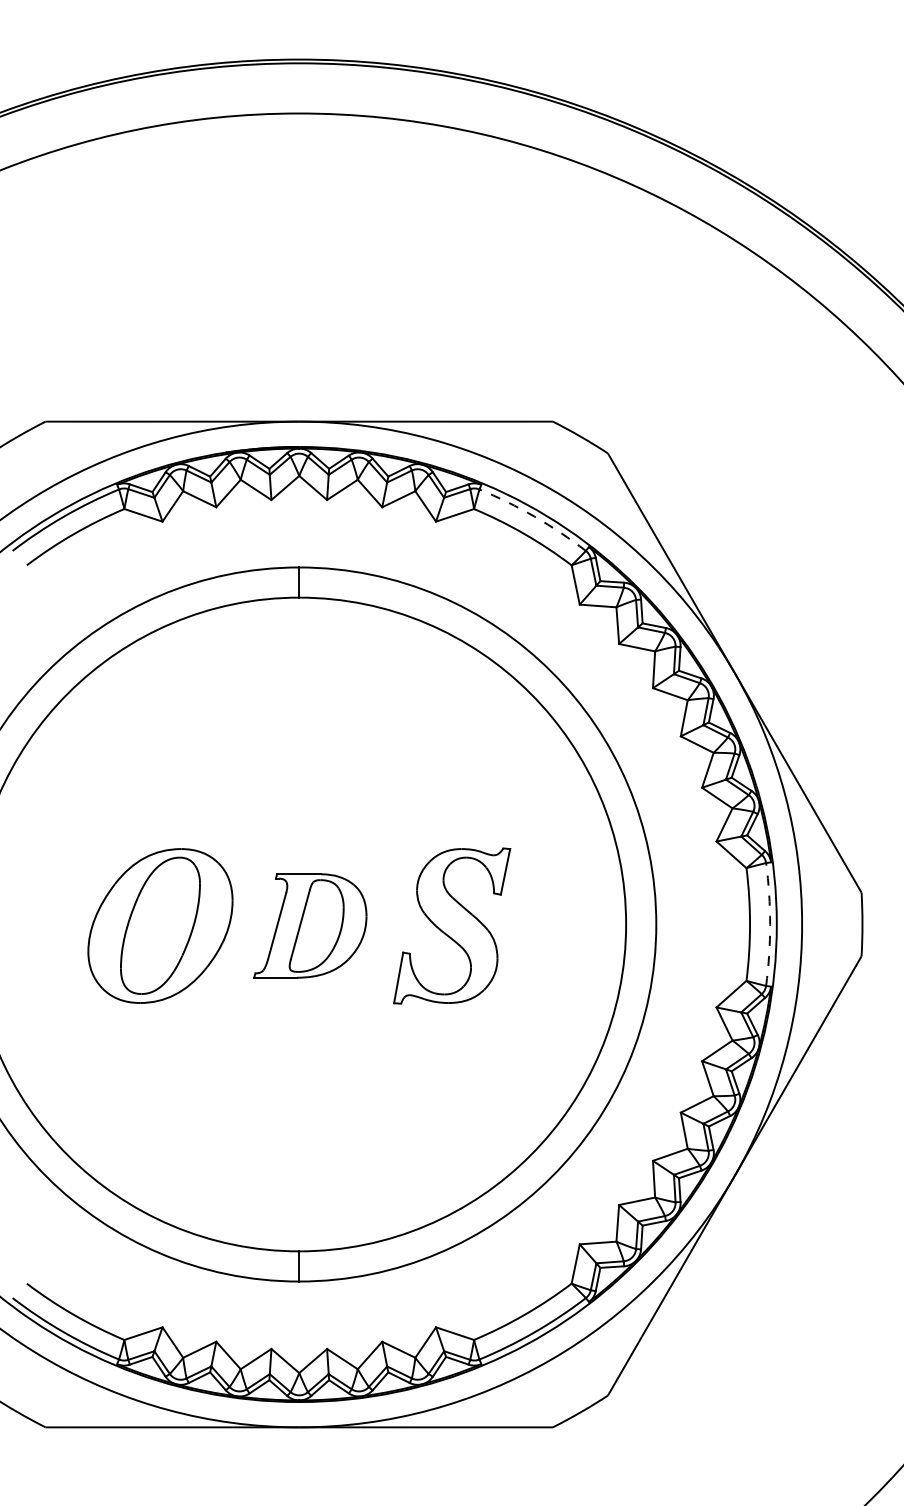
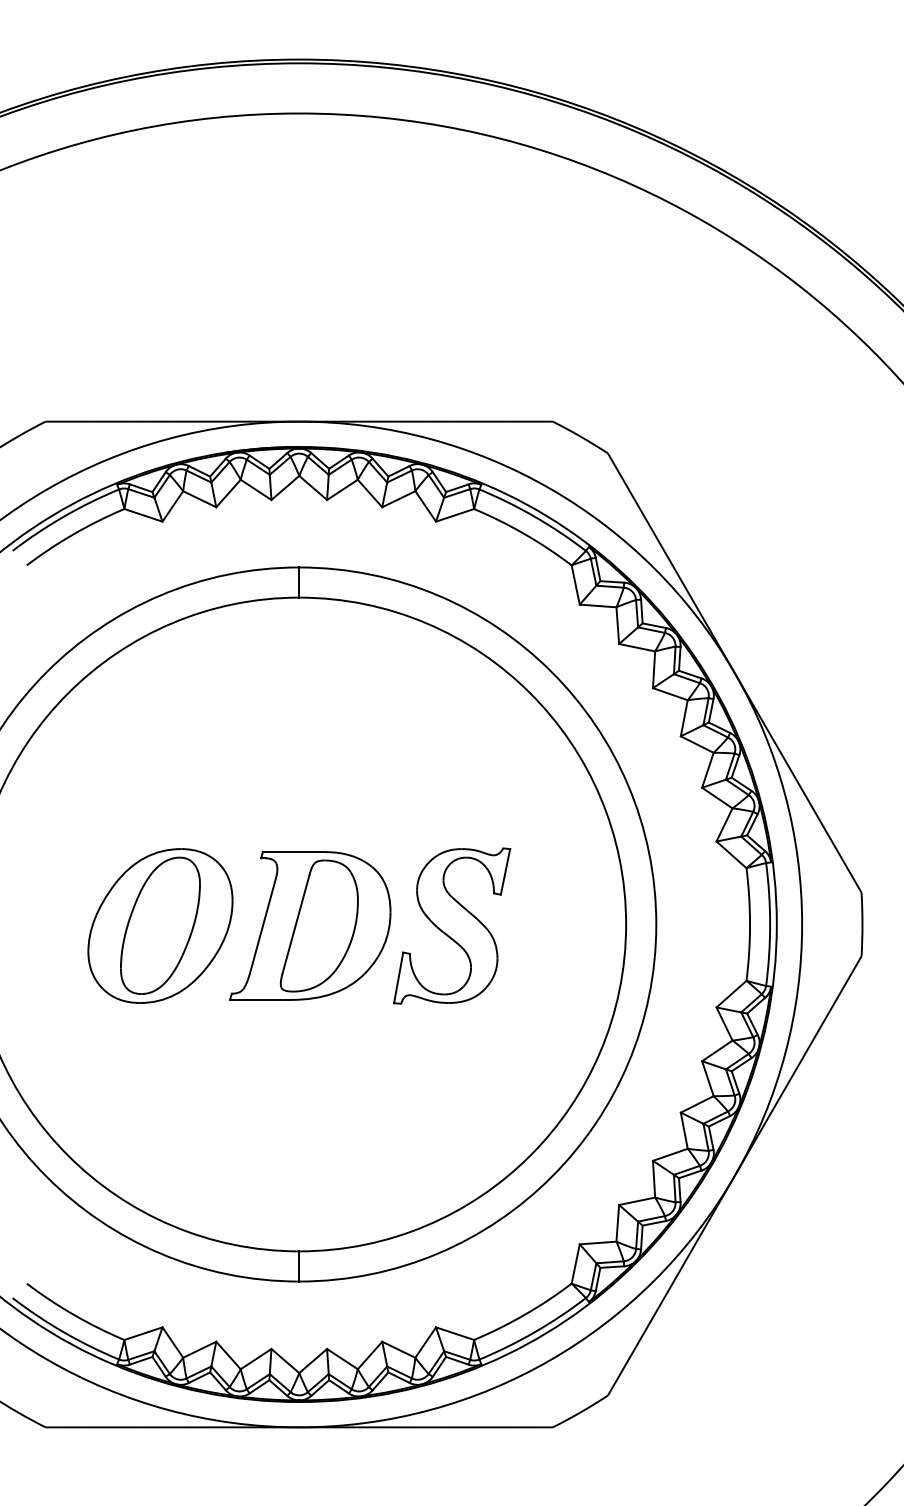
arc at (534, 516): dashed -> solid
arc at (770, 924): dashed -> solid
part at (310, 925) size: 115x106 px -> 163x150 px
